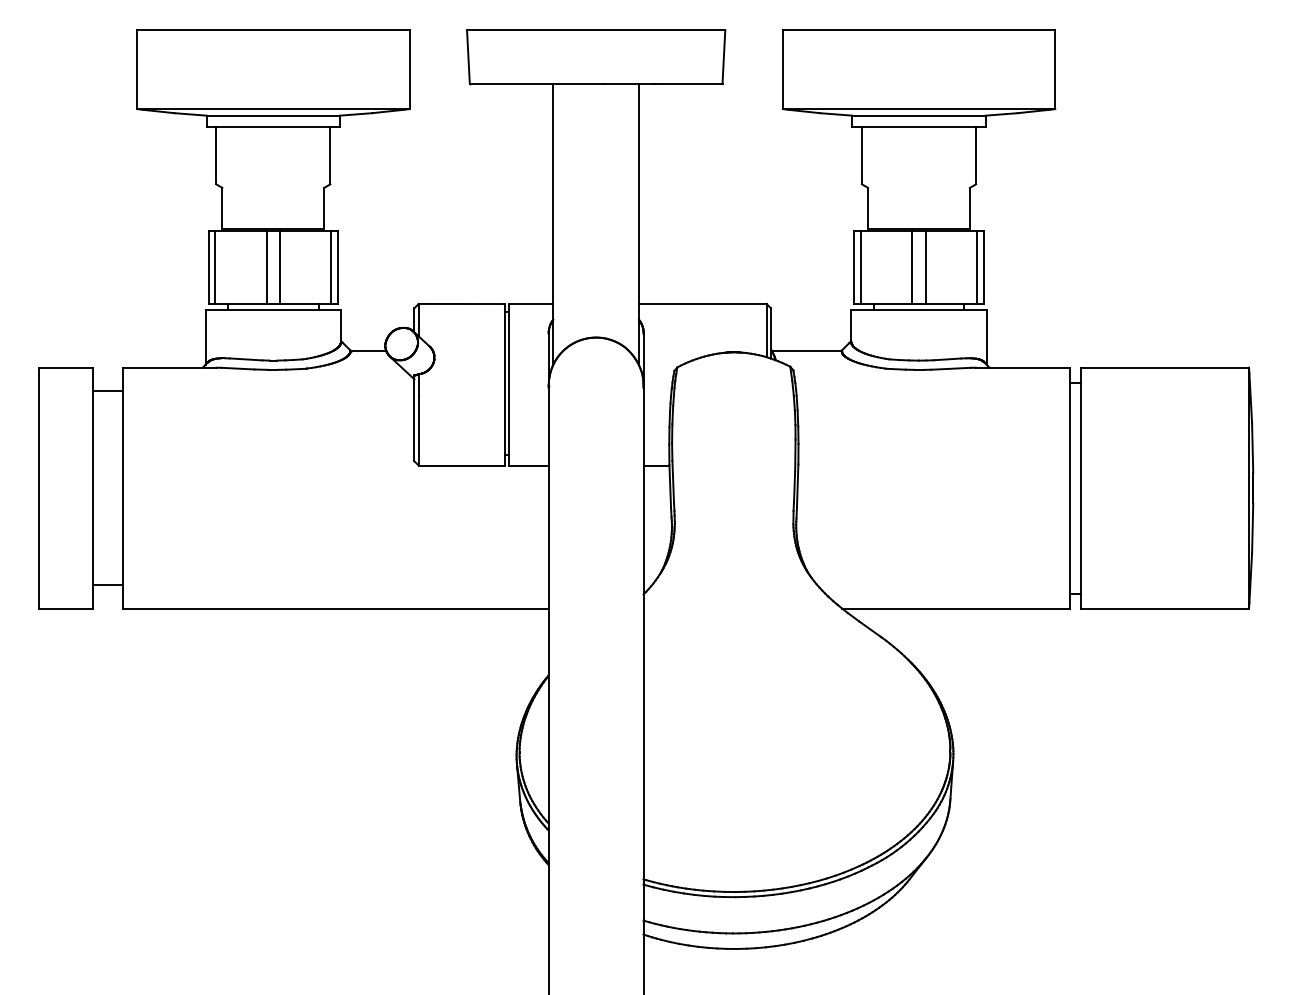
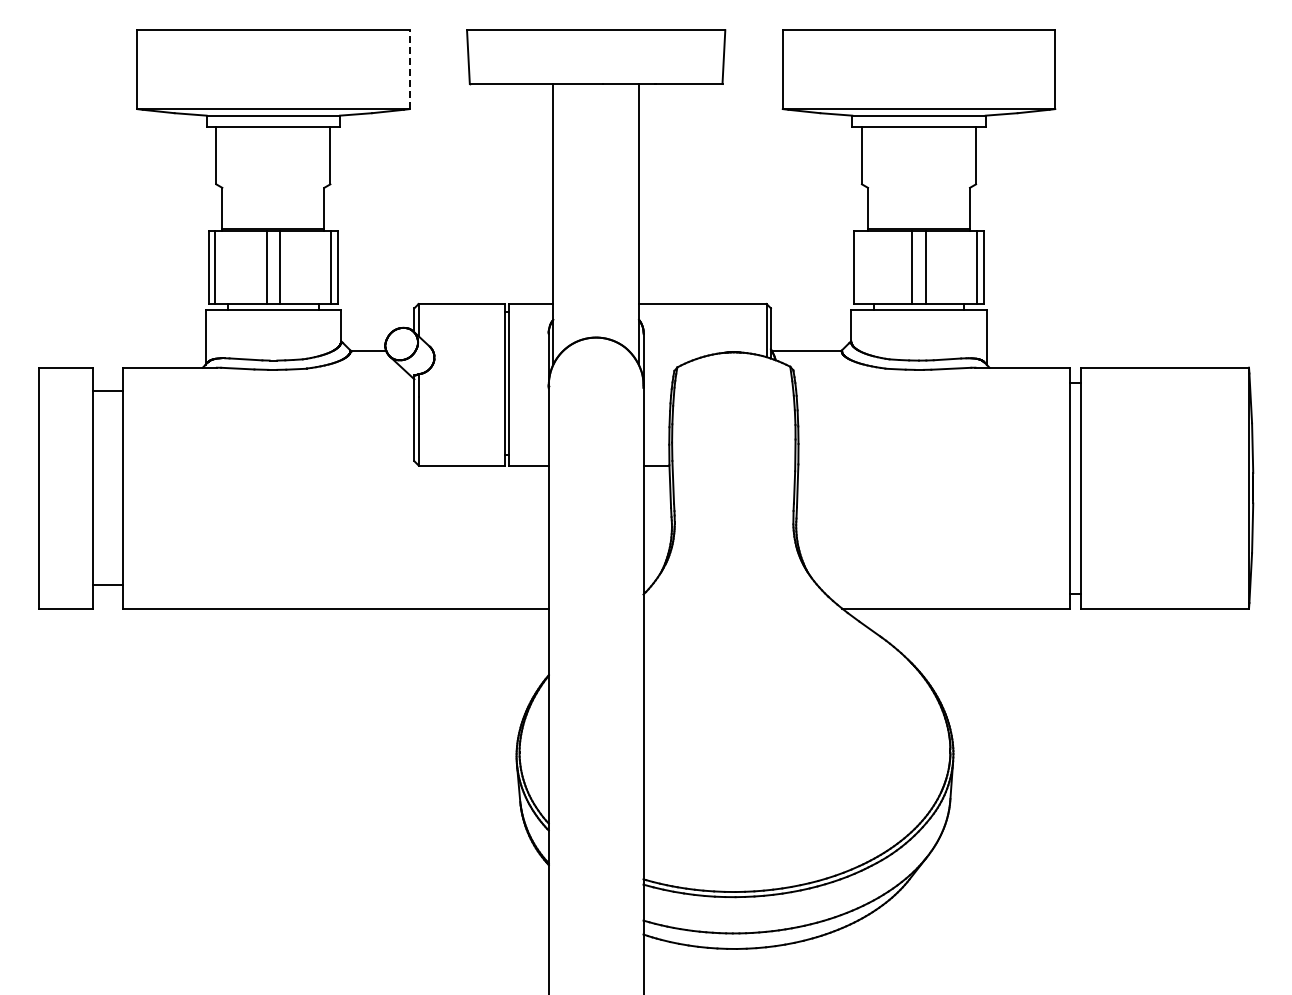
line at (409, 69): solid -> dashed
line at (861, 267): present -> none
